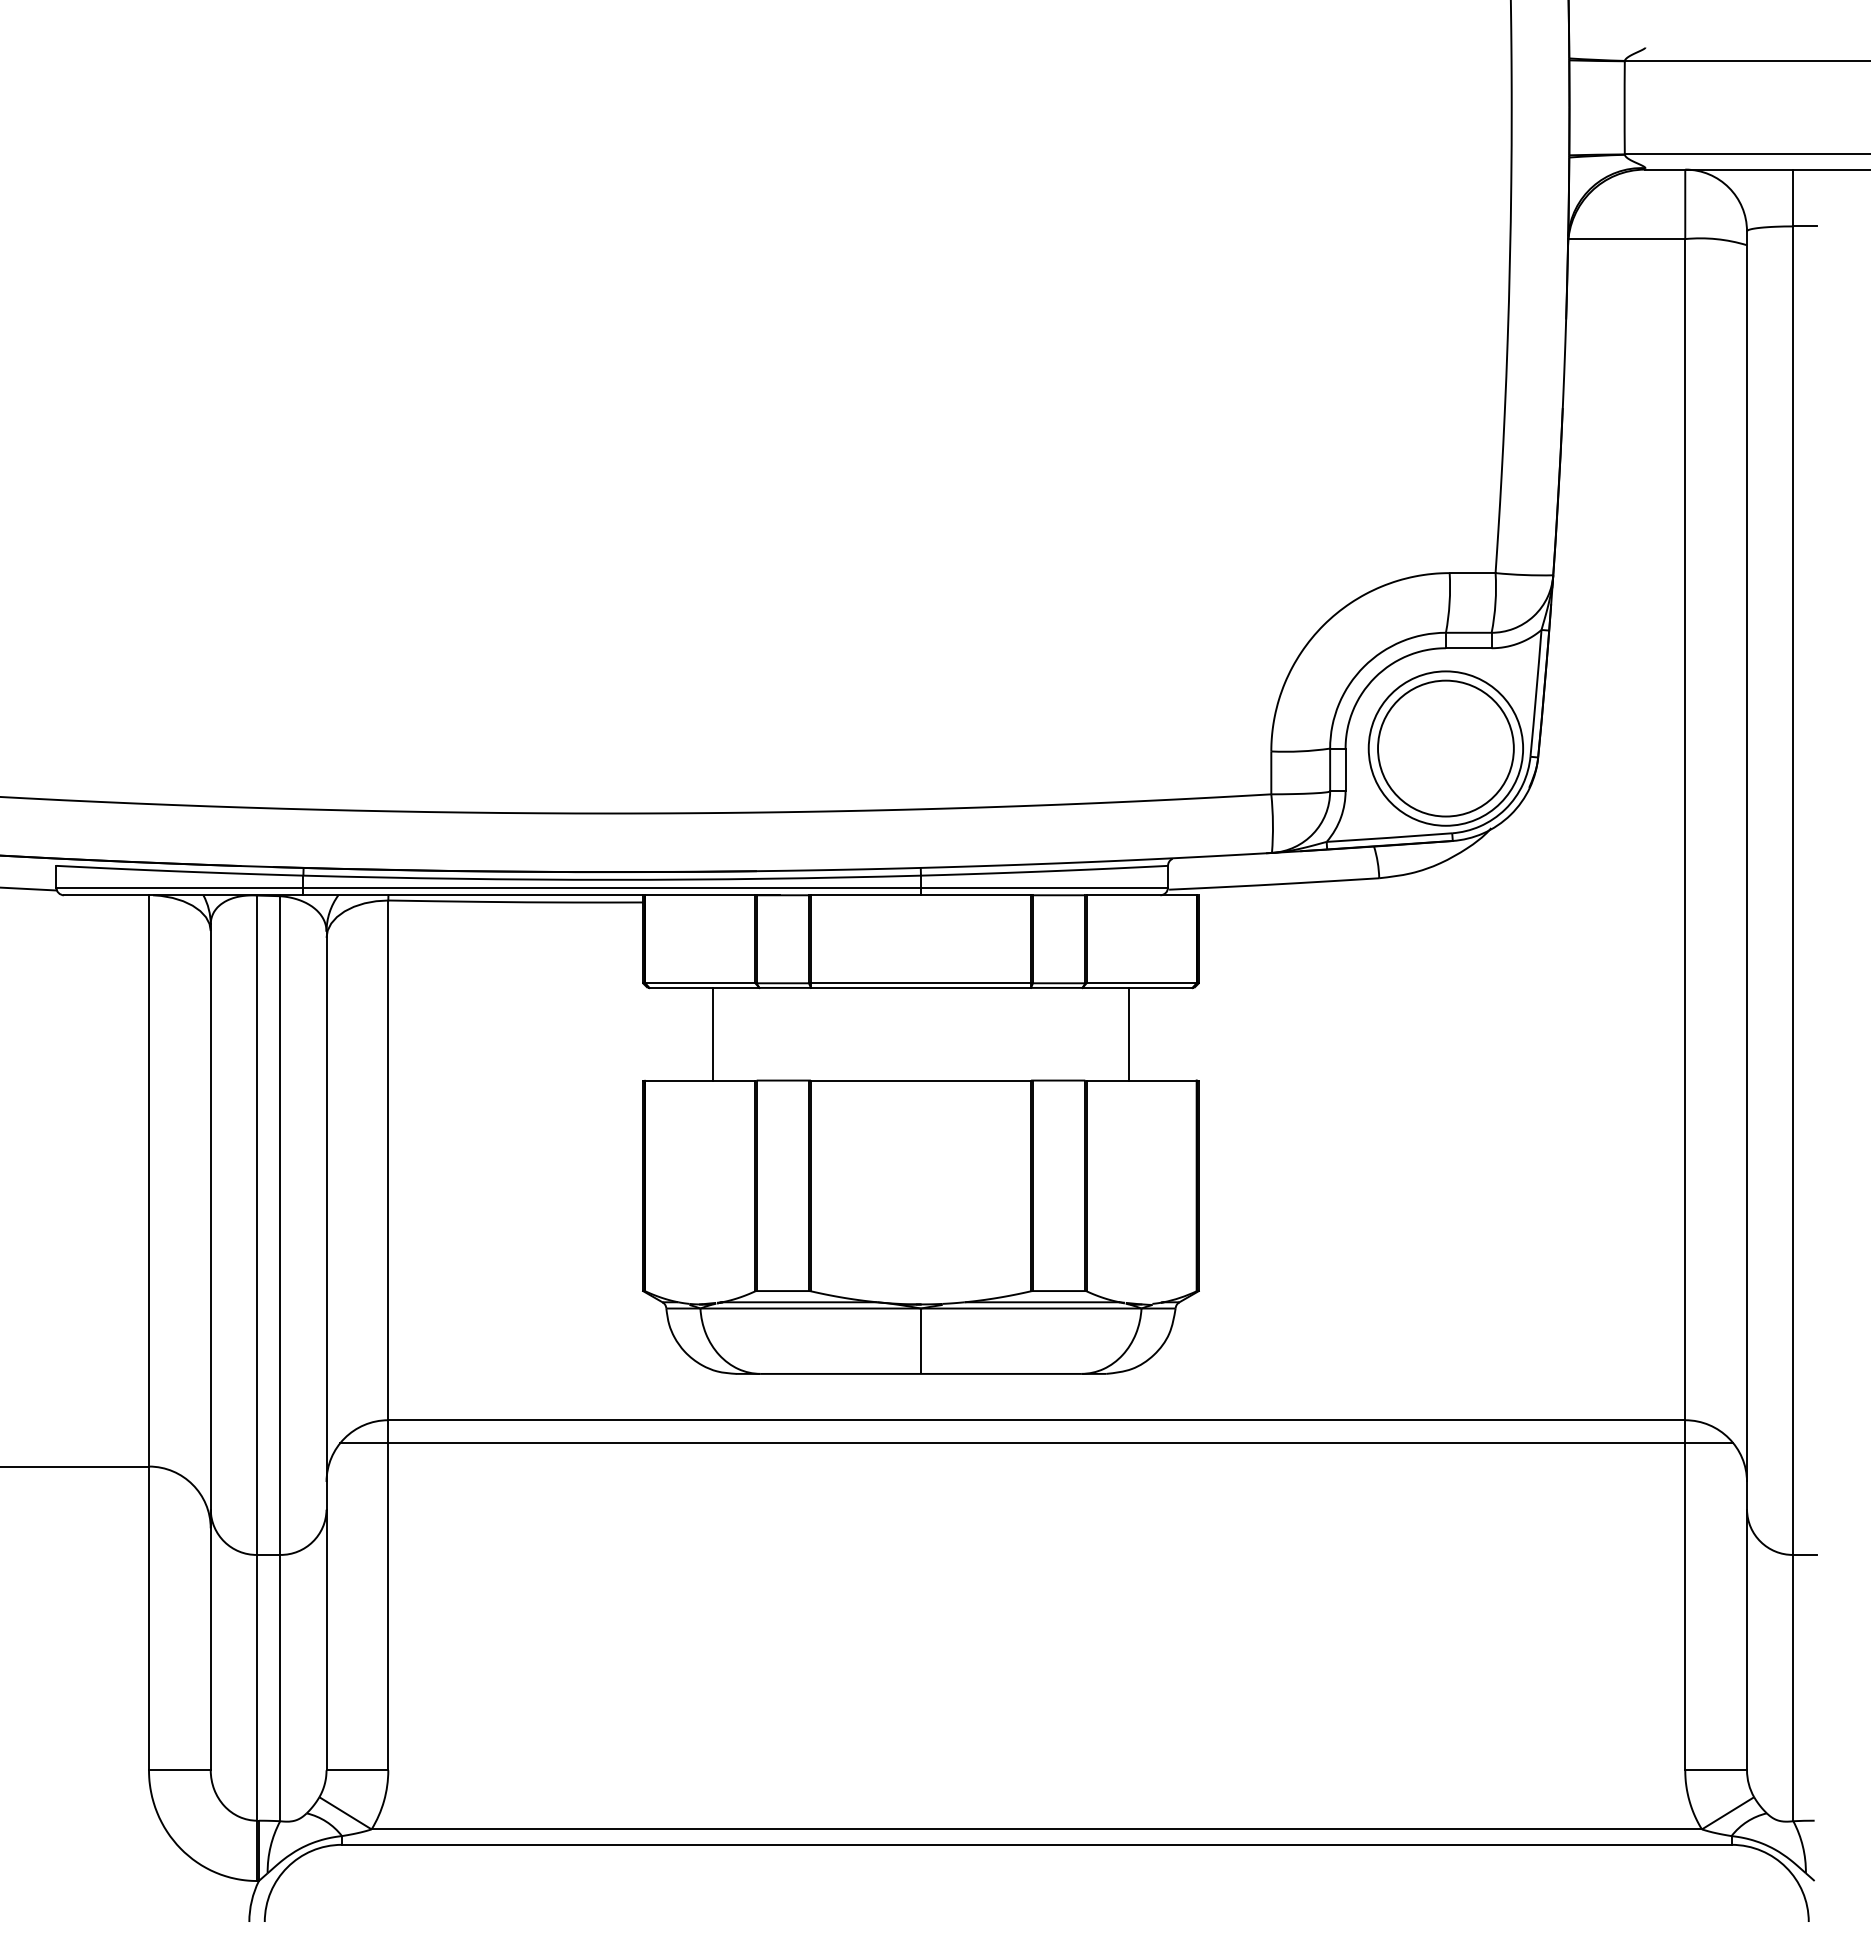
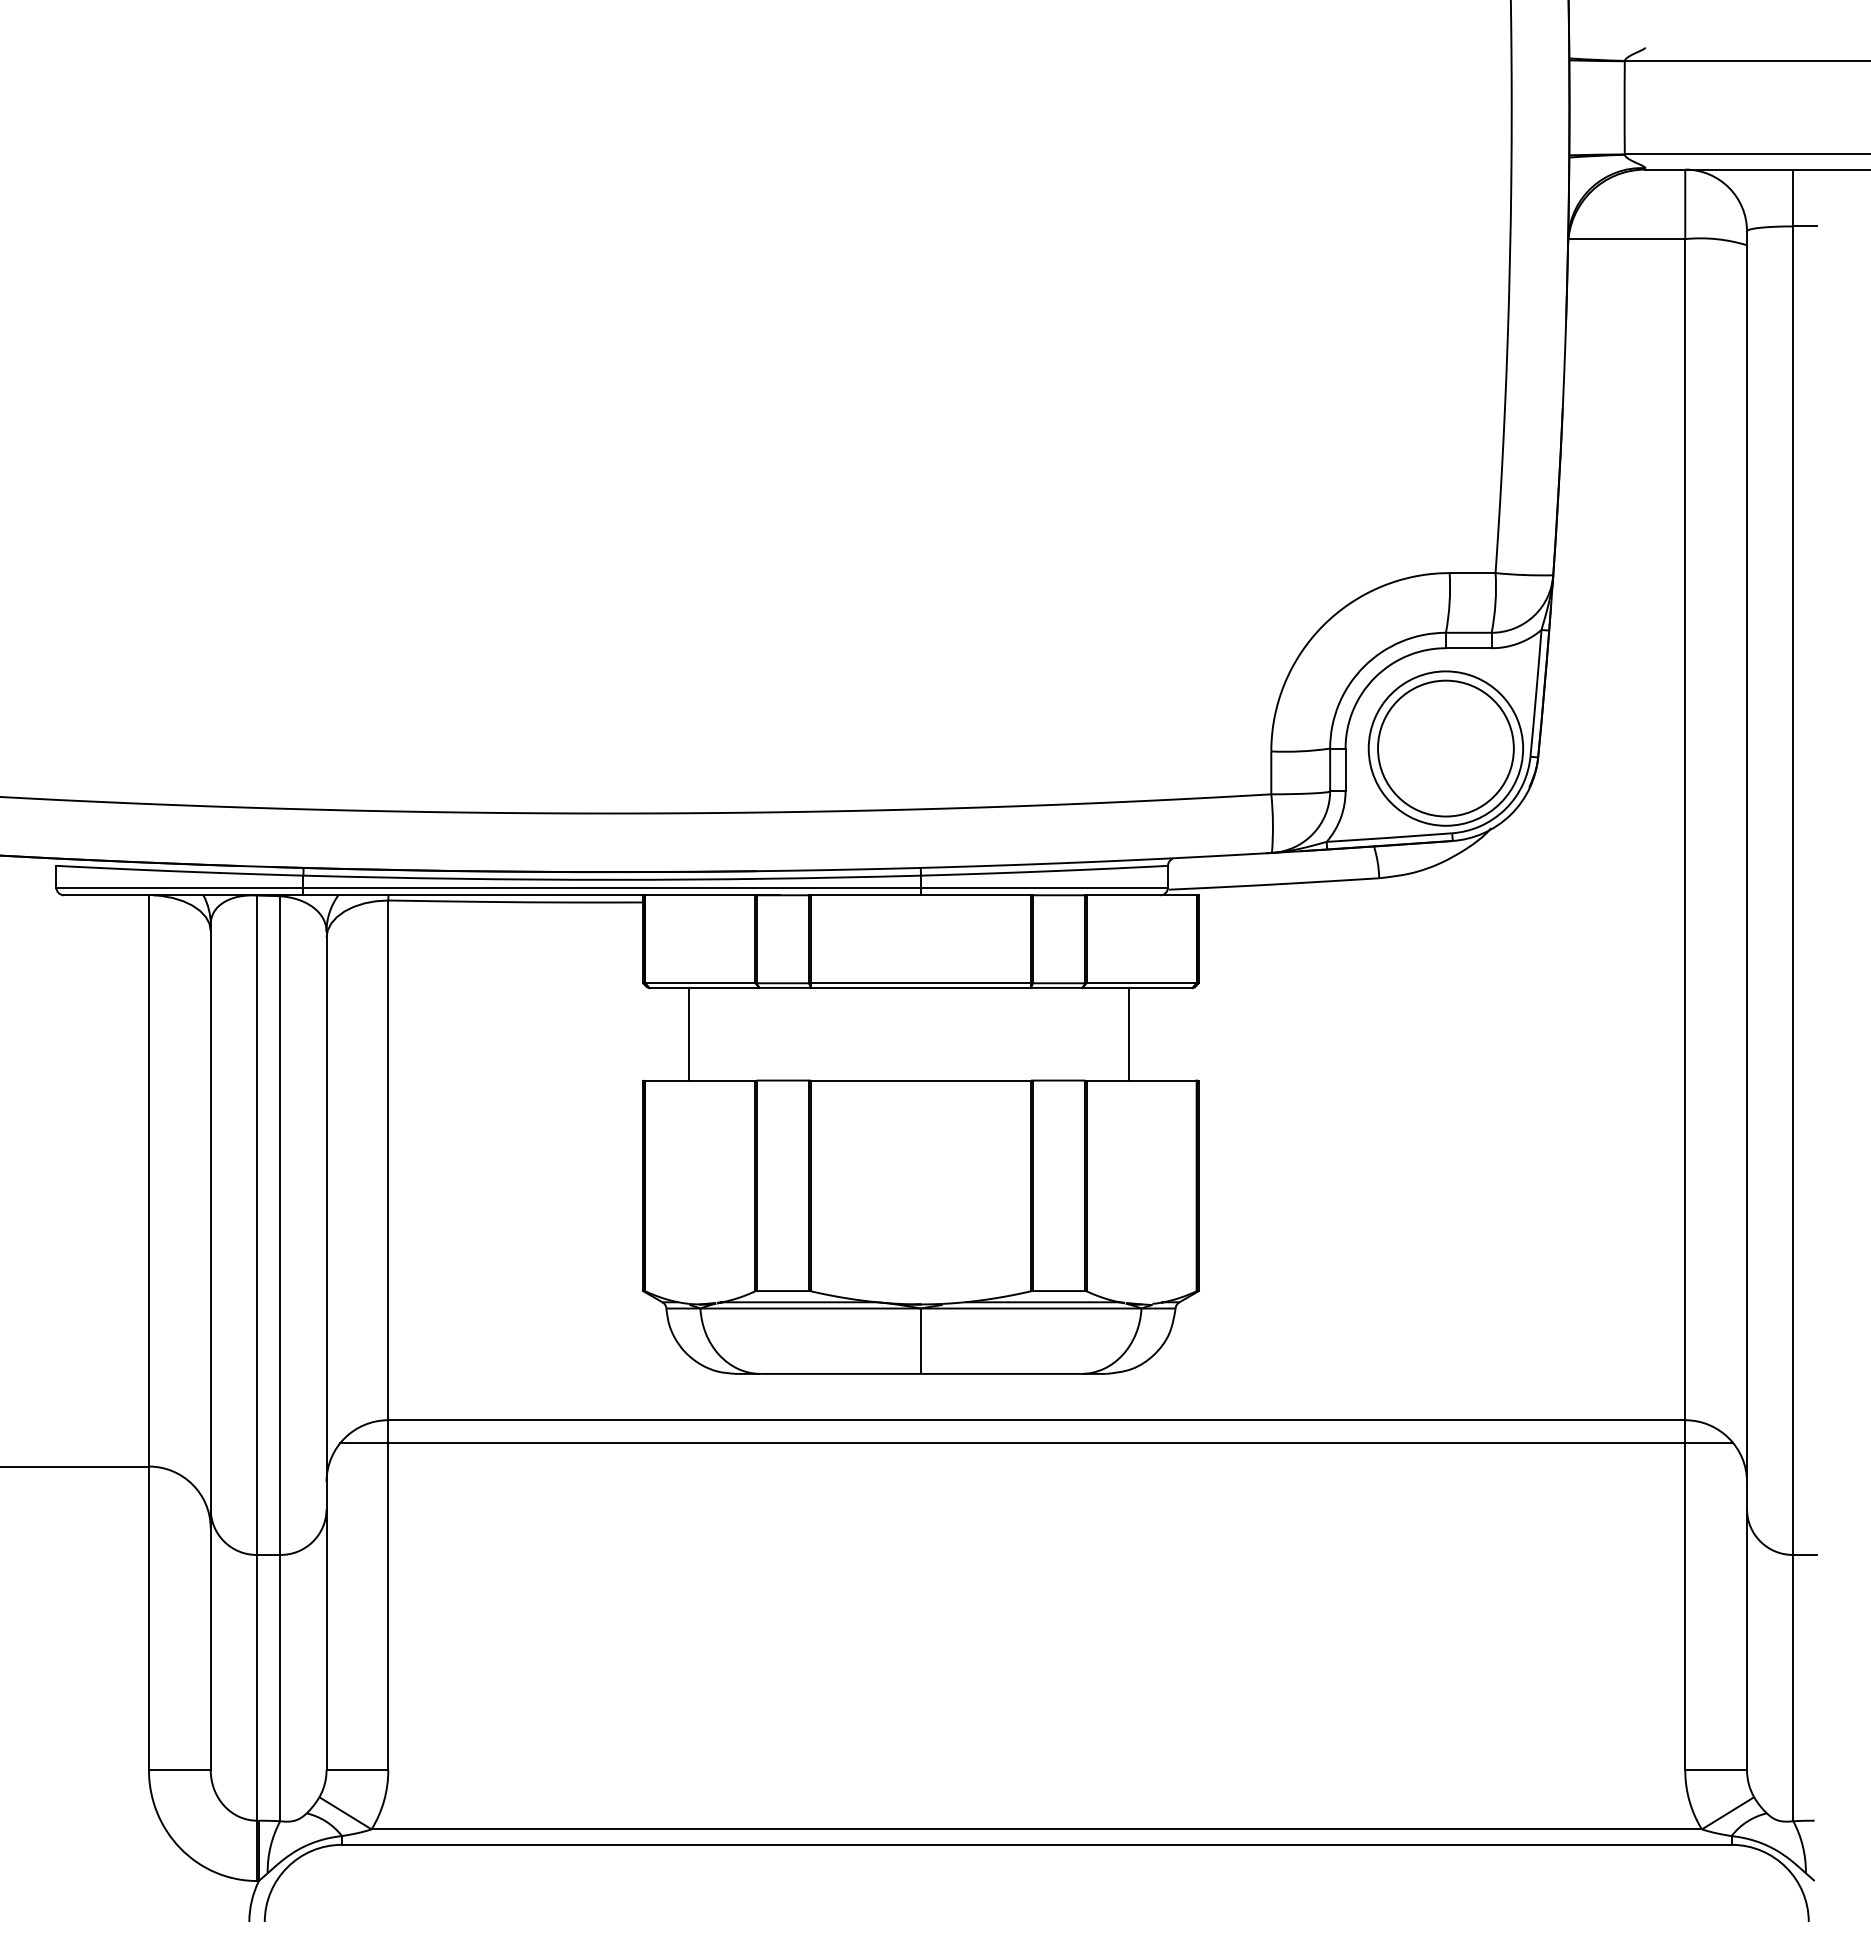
line at (29, 888): present -> none
line at (712, 1033) position: (712, 1033) -> (688, 1033)
